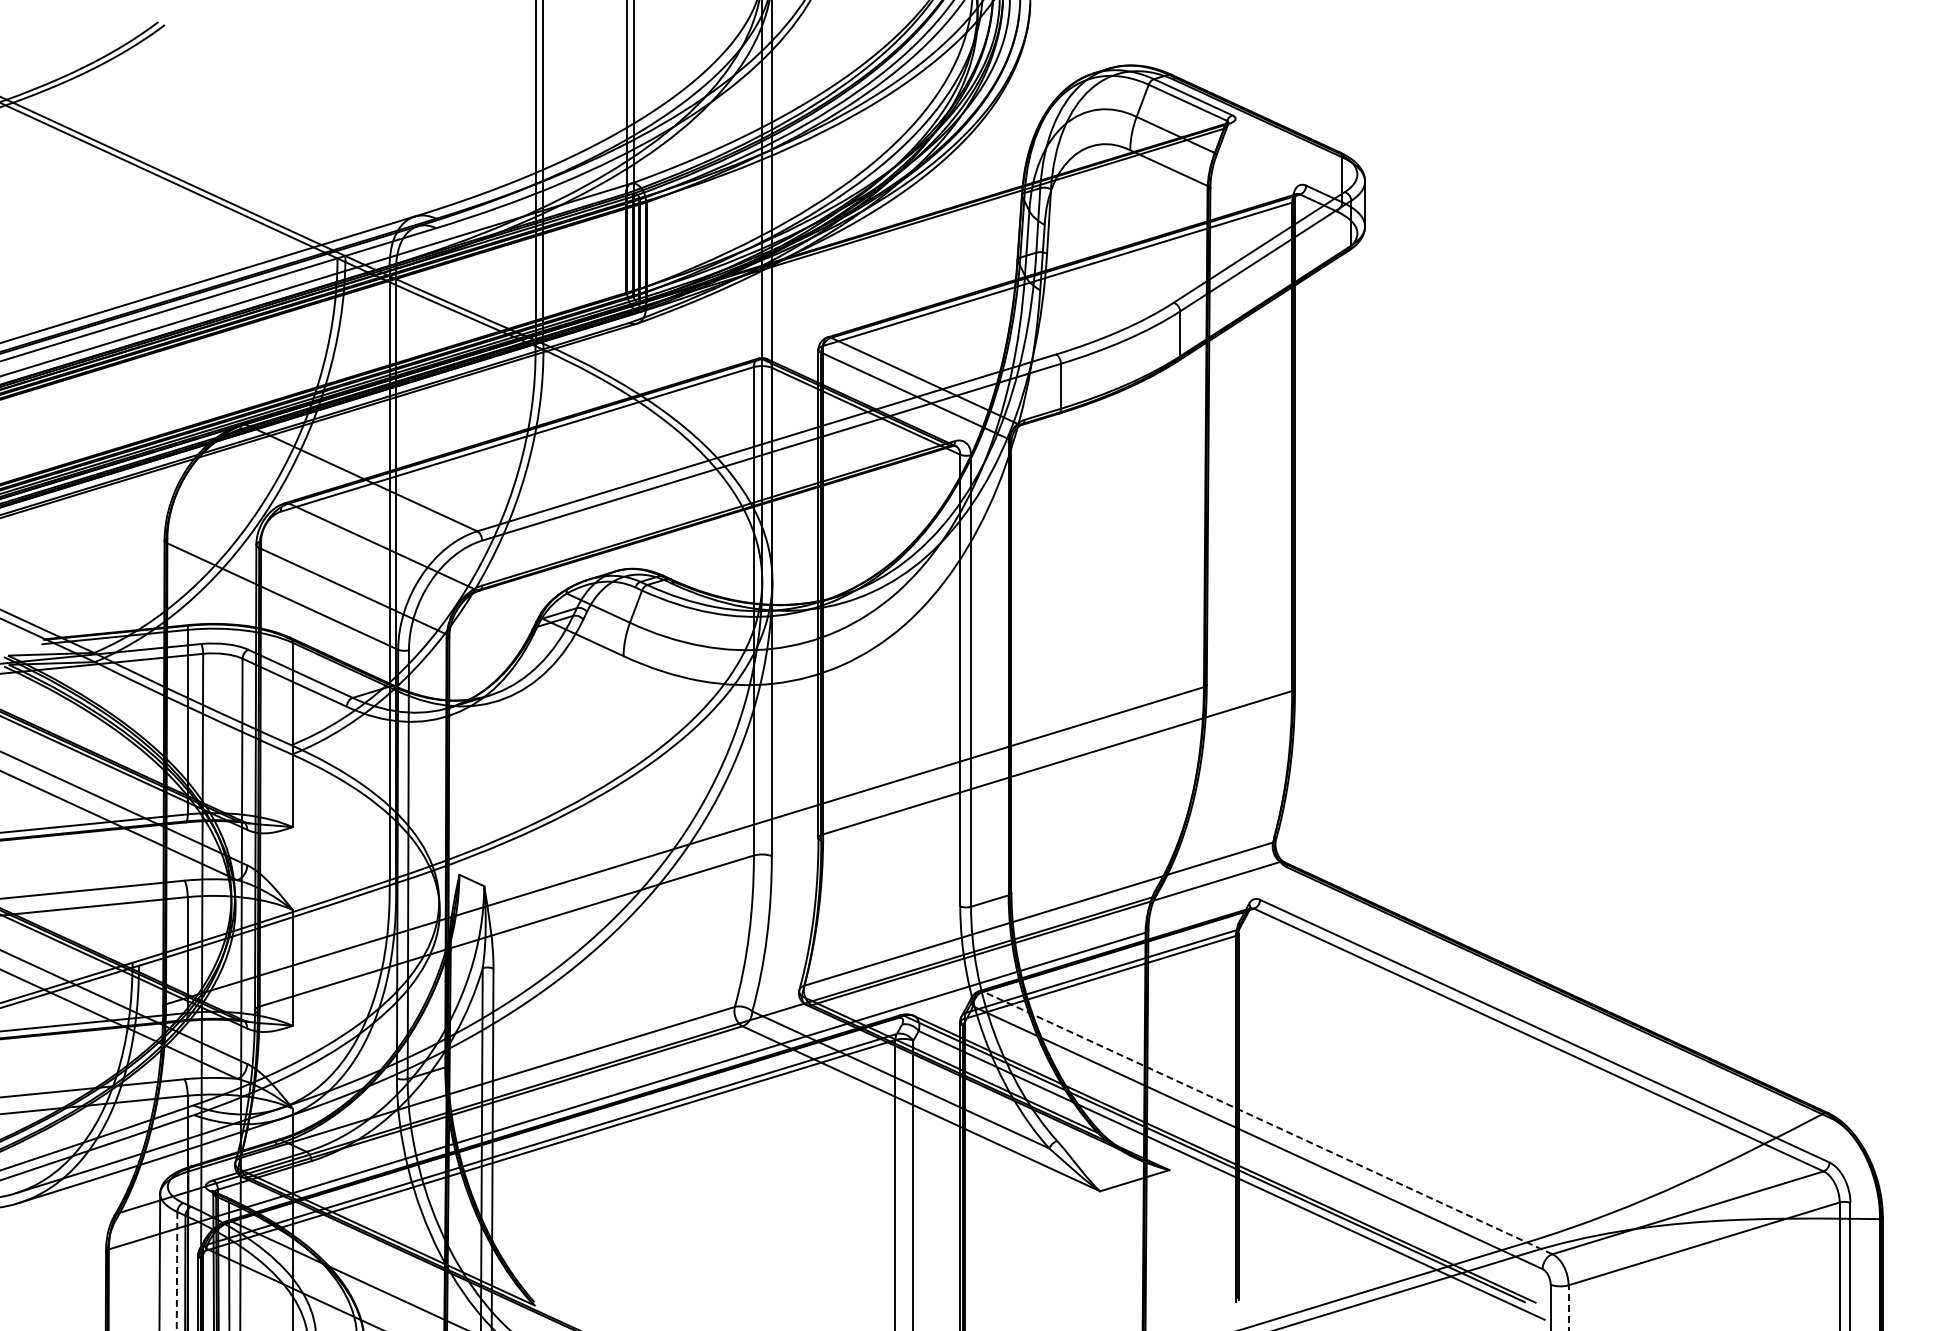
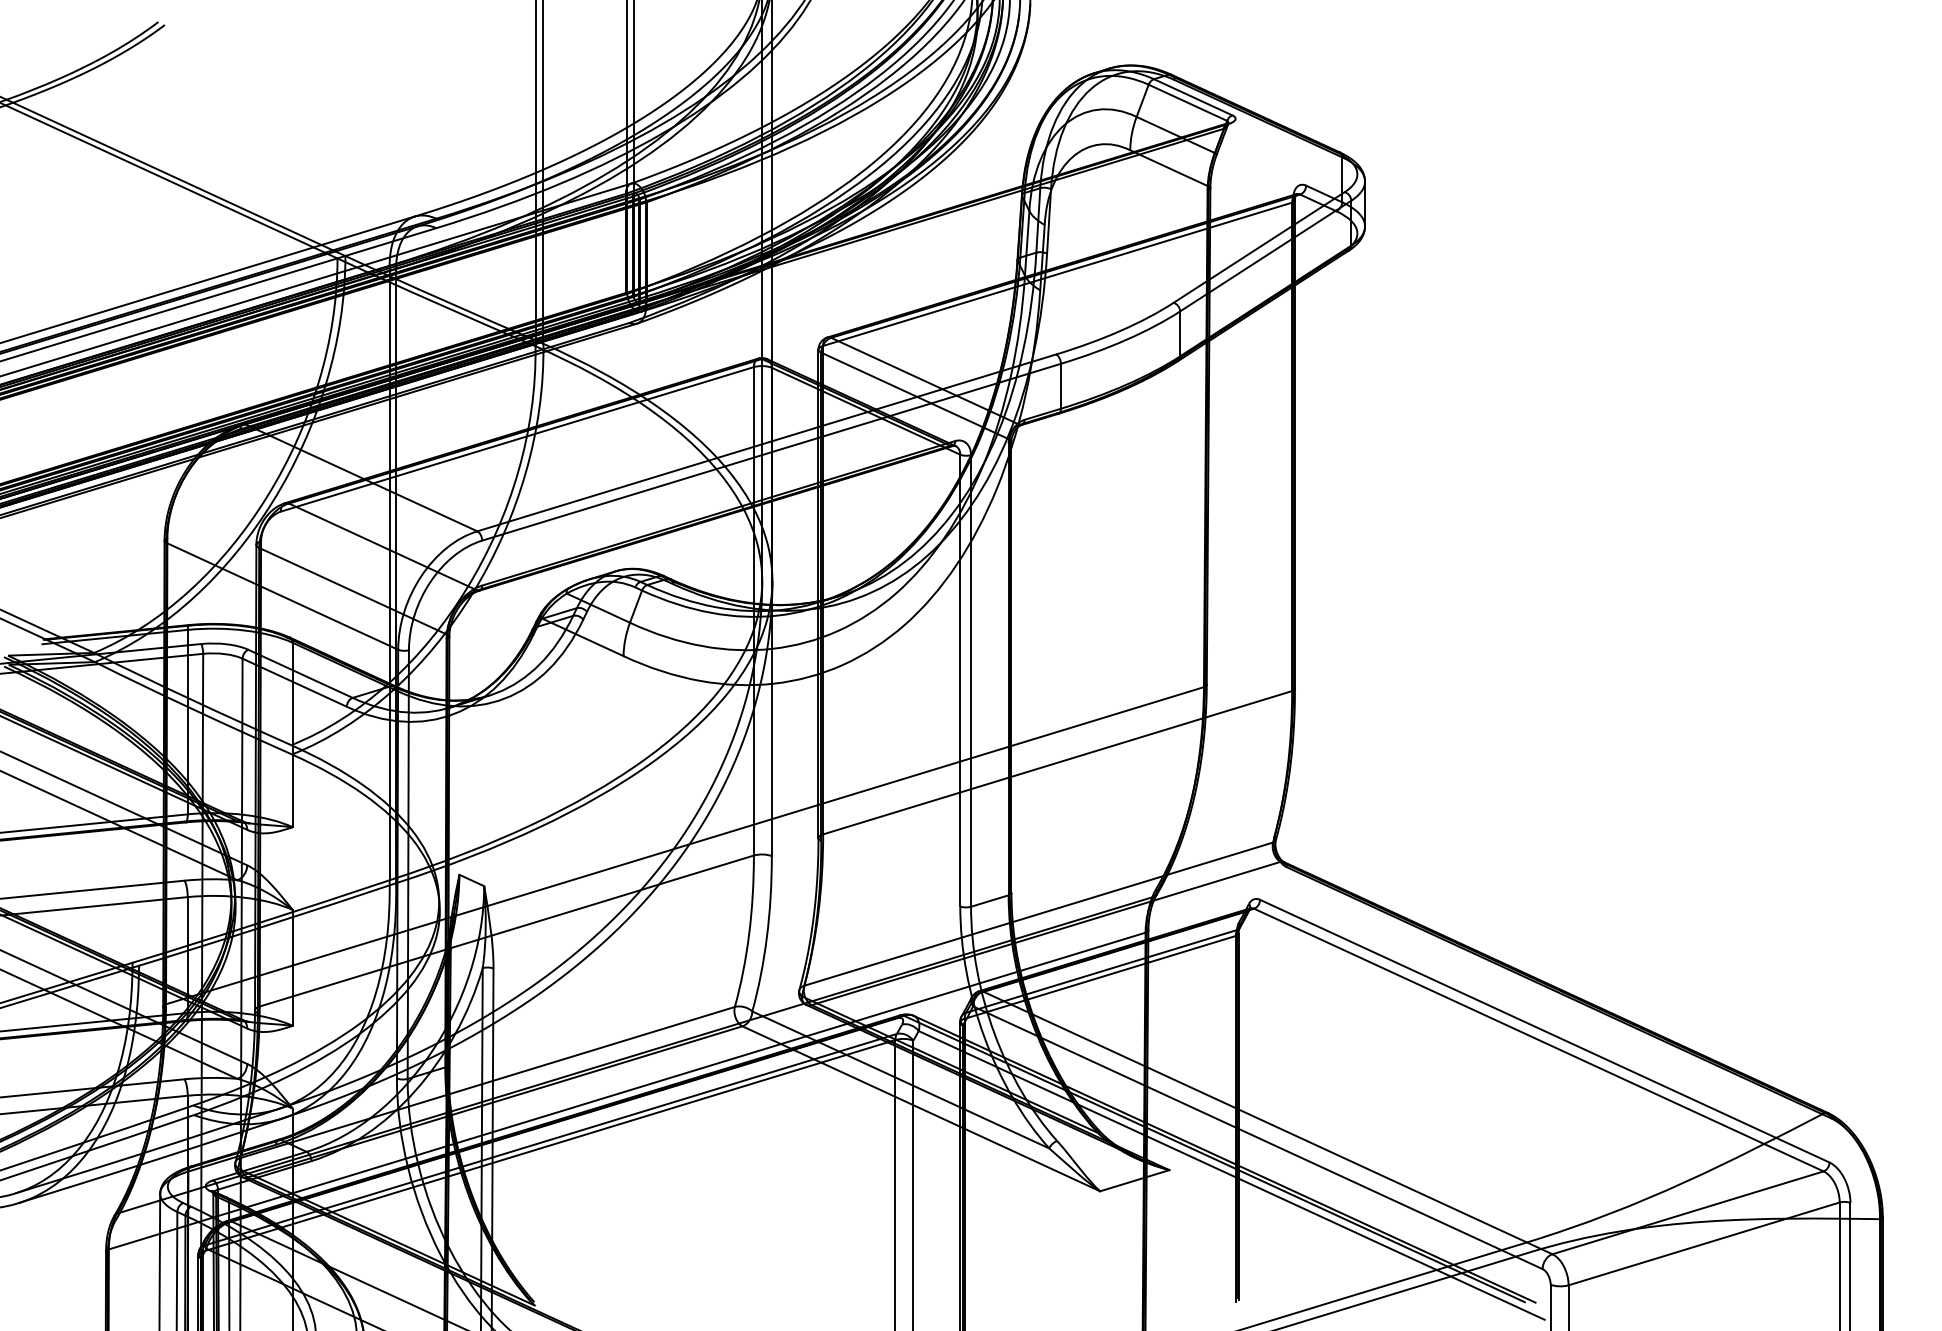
line at (1267, 1122): dashed -> solid
line at (177, 1271): dashed -> solid
line at (1568, 1307): dashed -> solid
